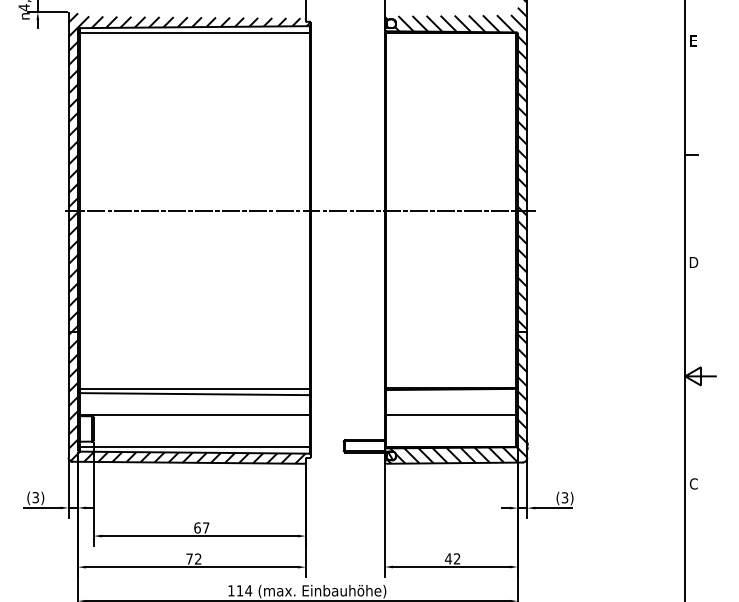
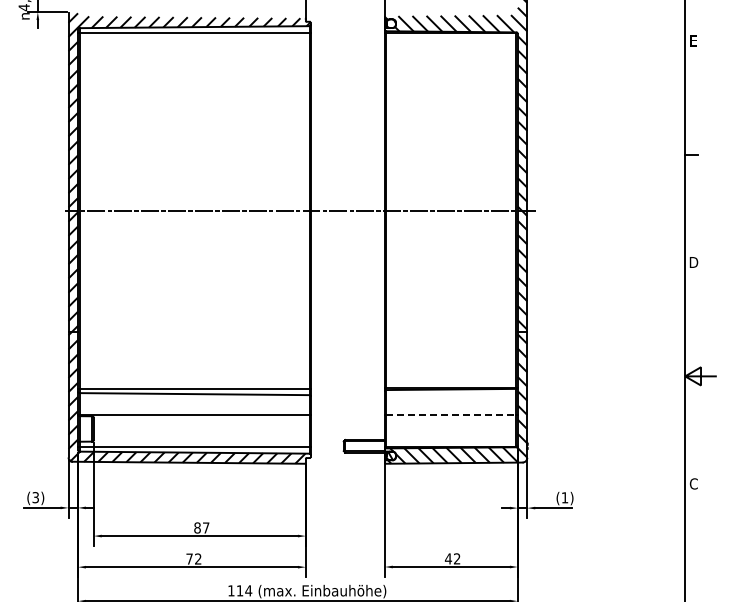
line at (451, 415): solid -> dashed
text at (564, 497): (3) -> (1)
text at (197, 527): 67 -> 87
